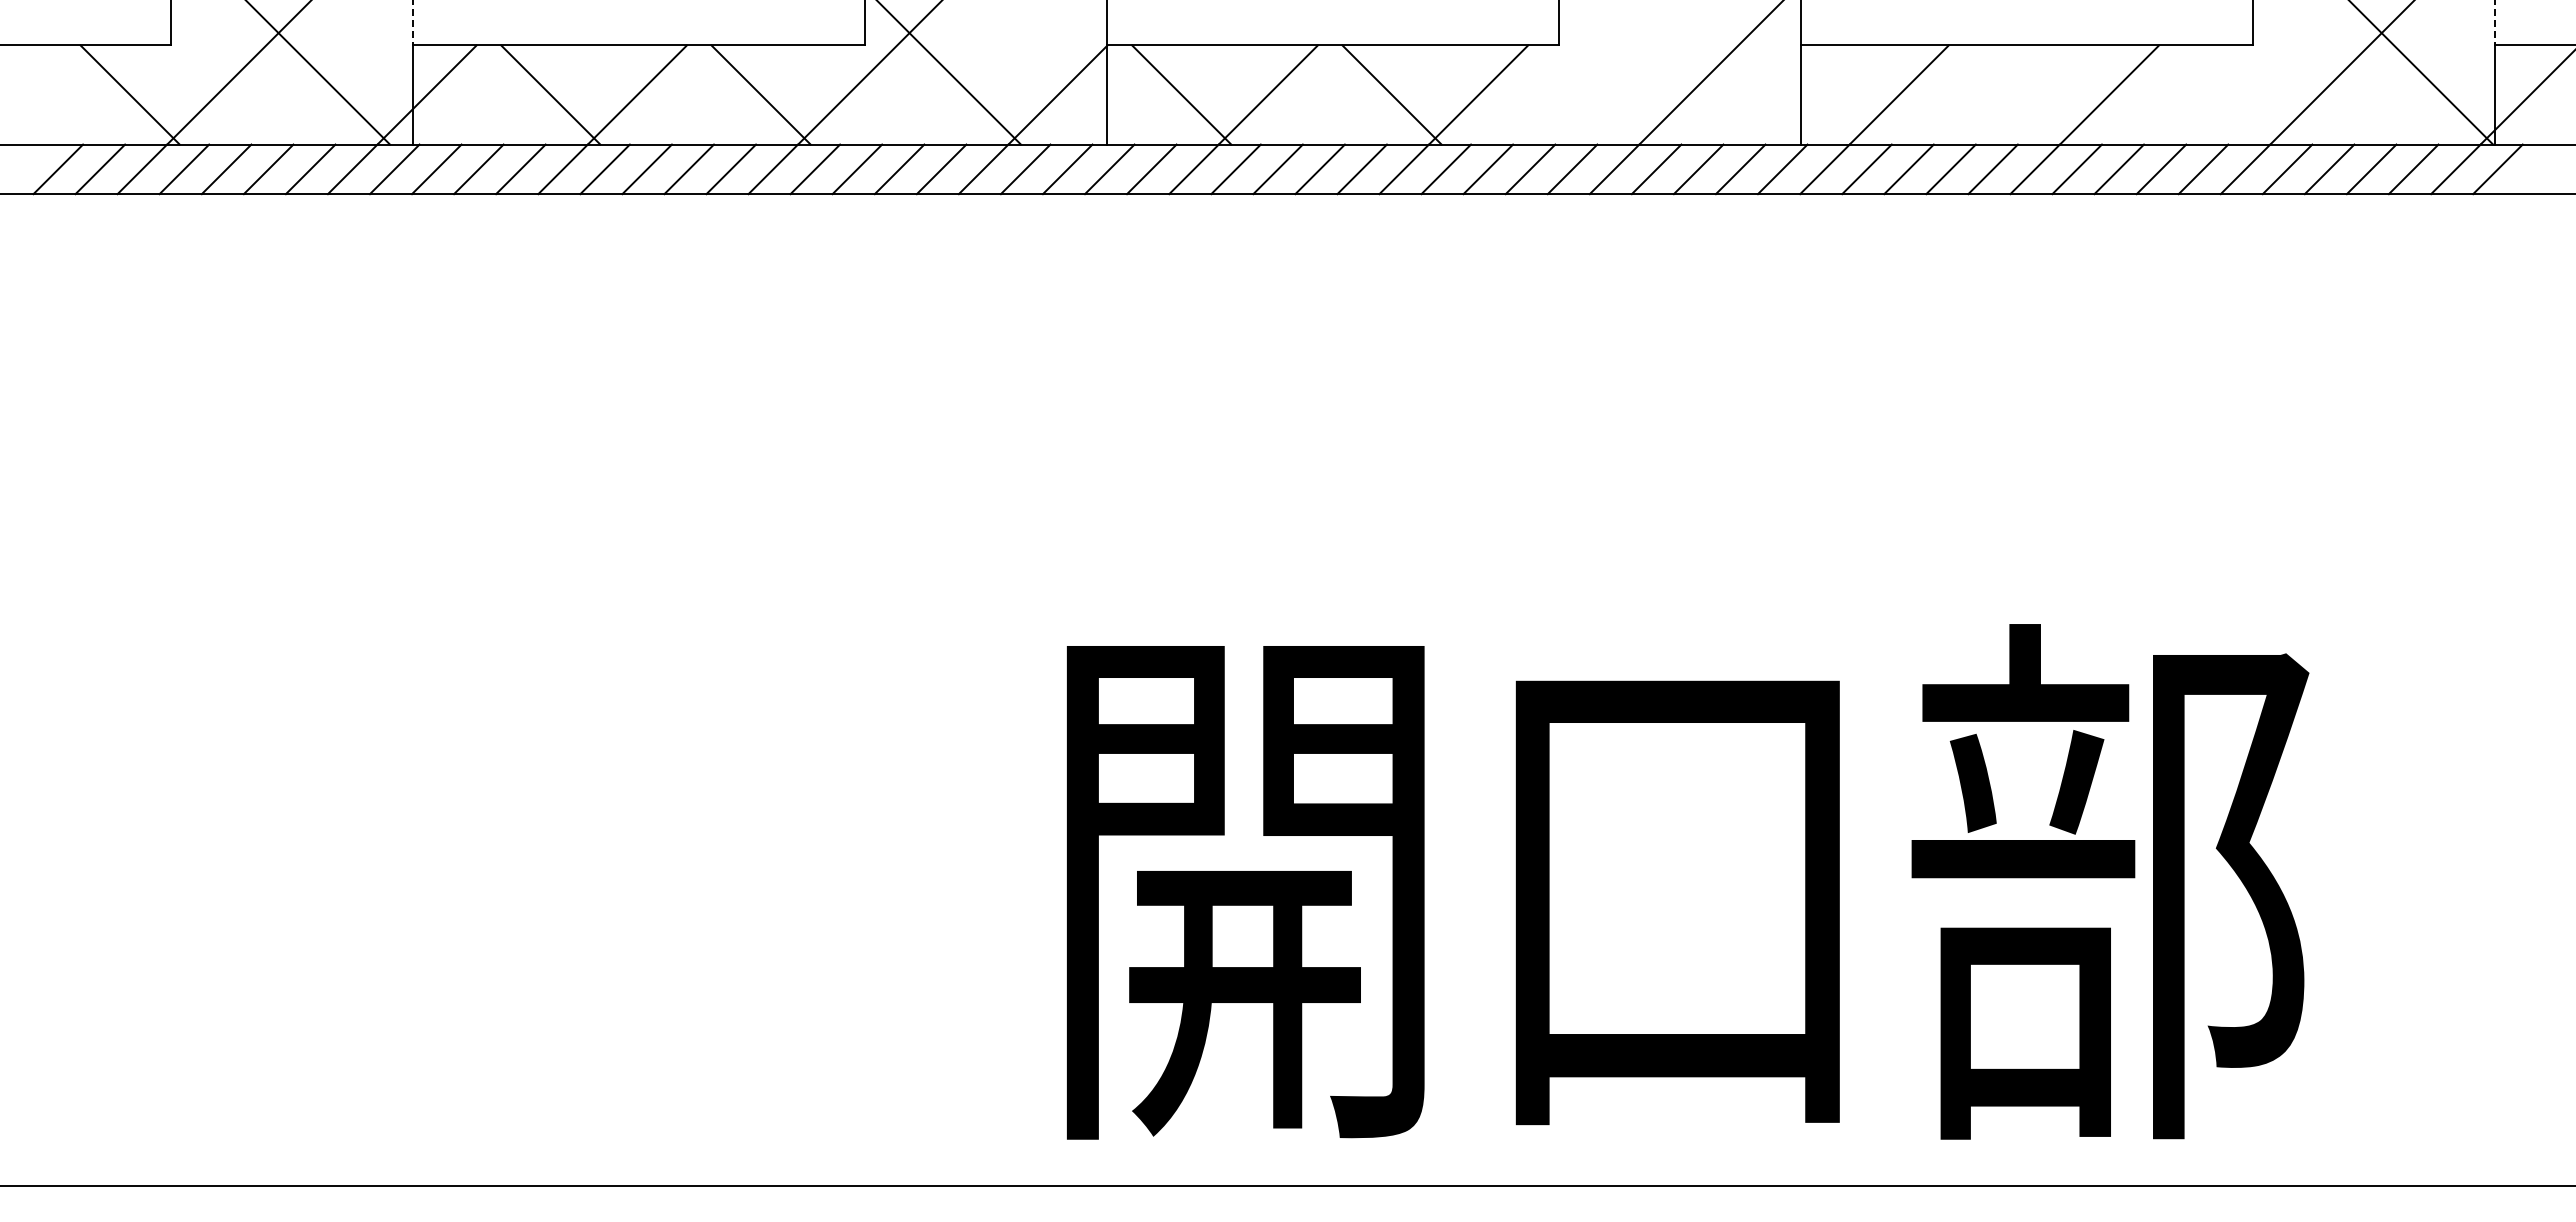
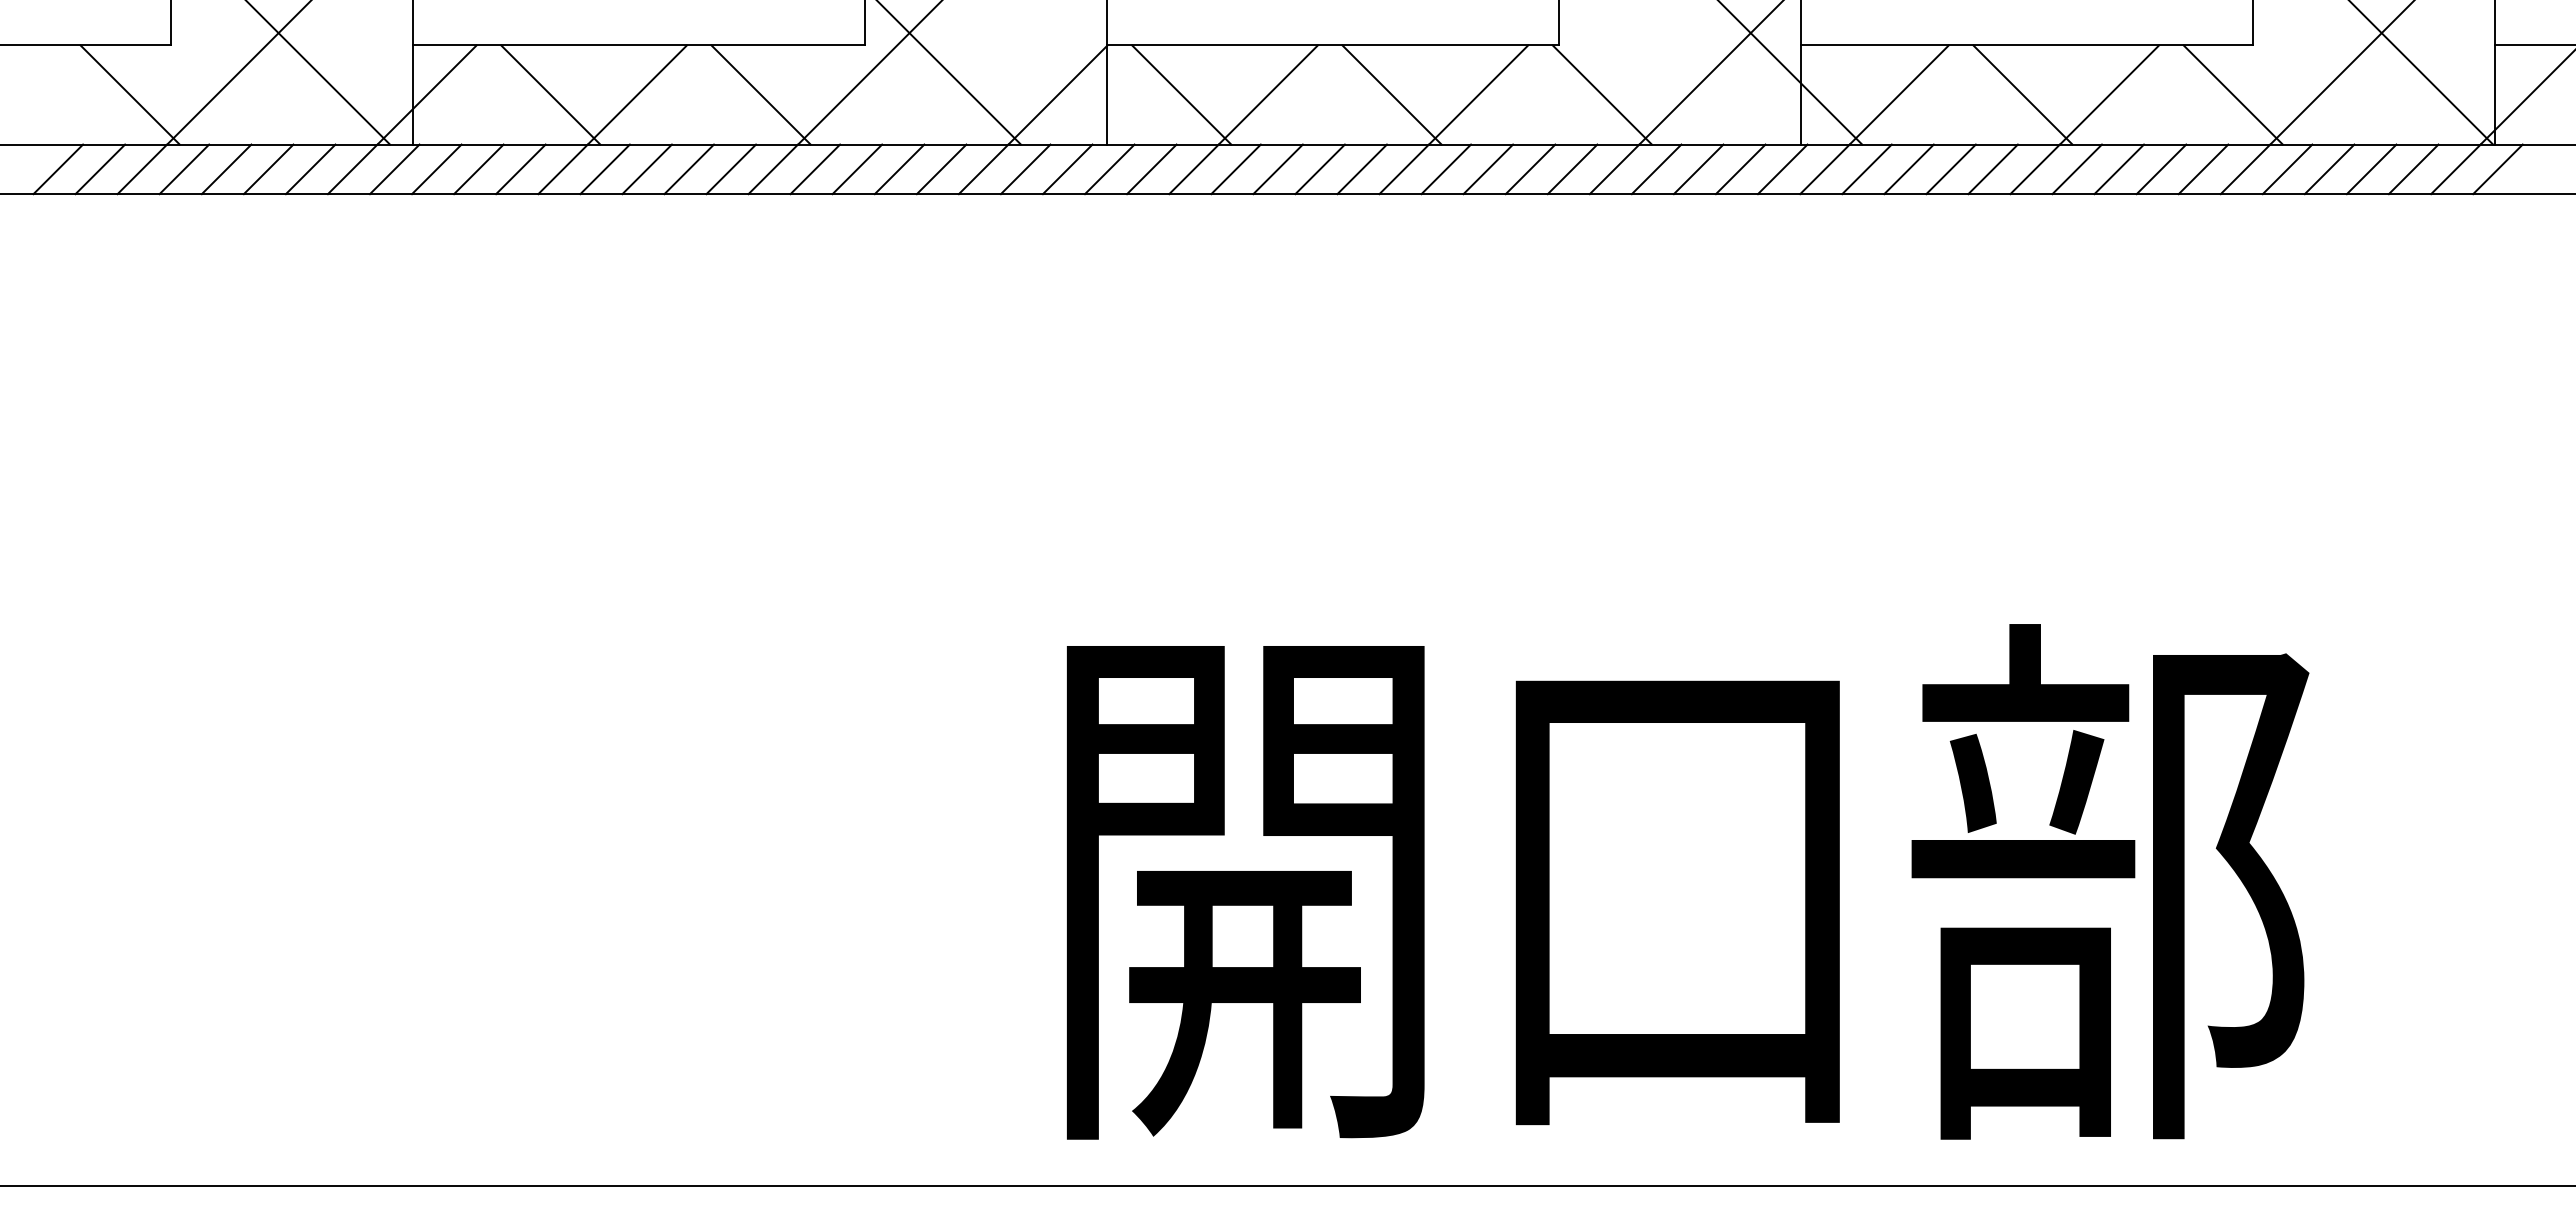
line at (413, 23): dashed -> solid
line at (2495, 23): dashed -> solid
line at (1790, 73): none -> present
line at (1601, 94): none -> present
line at (2022, 94): none -> present
line at (2232, 94): none -> present
